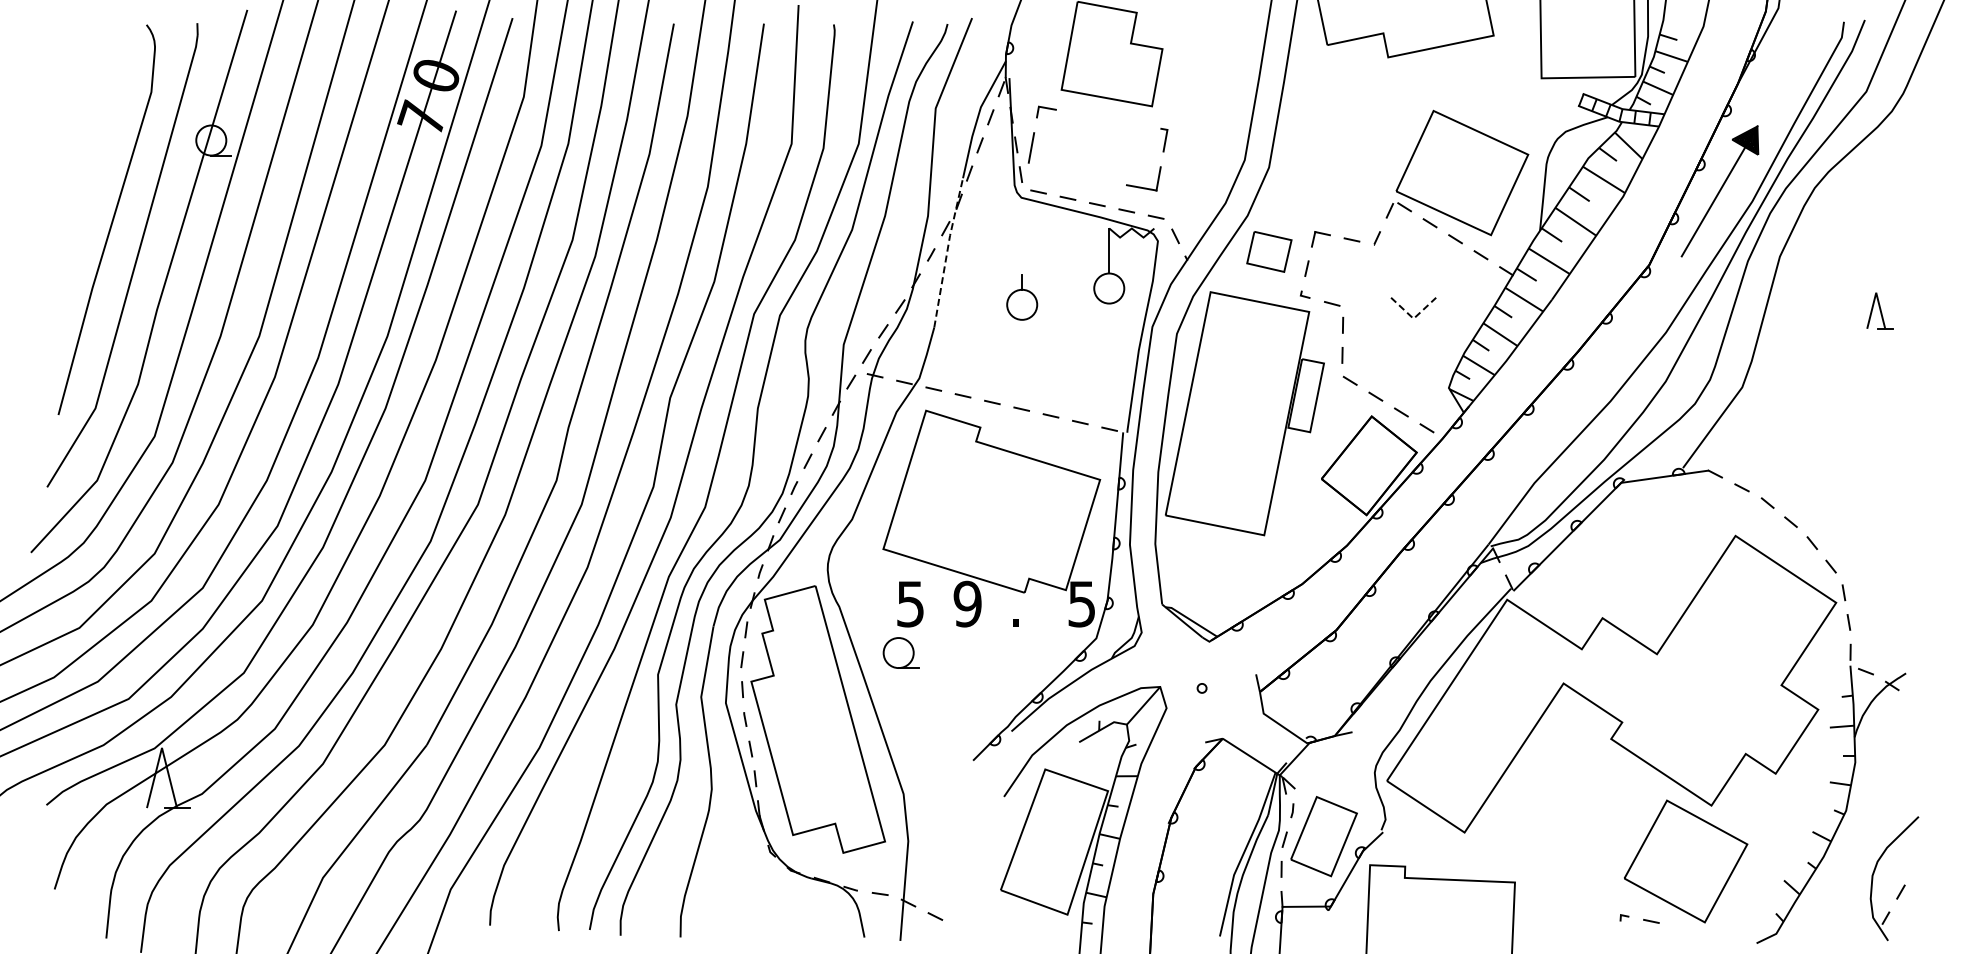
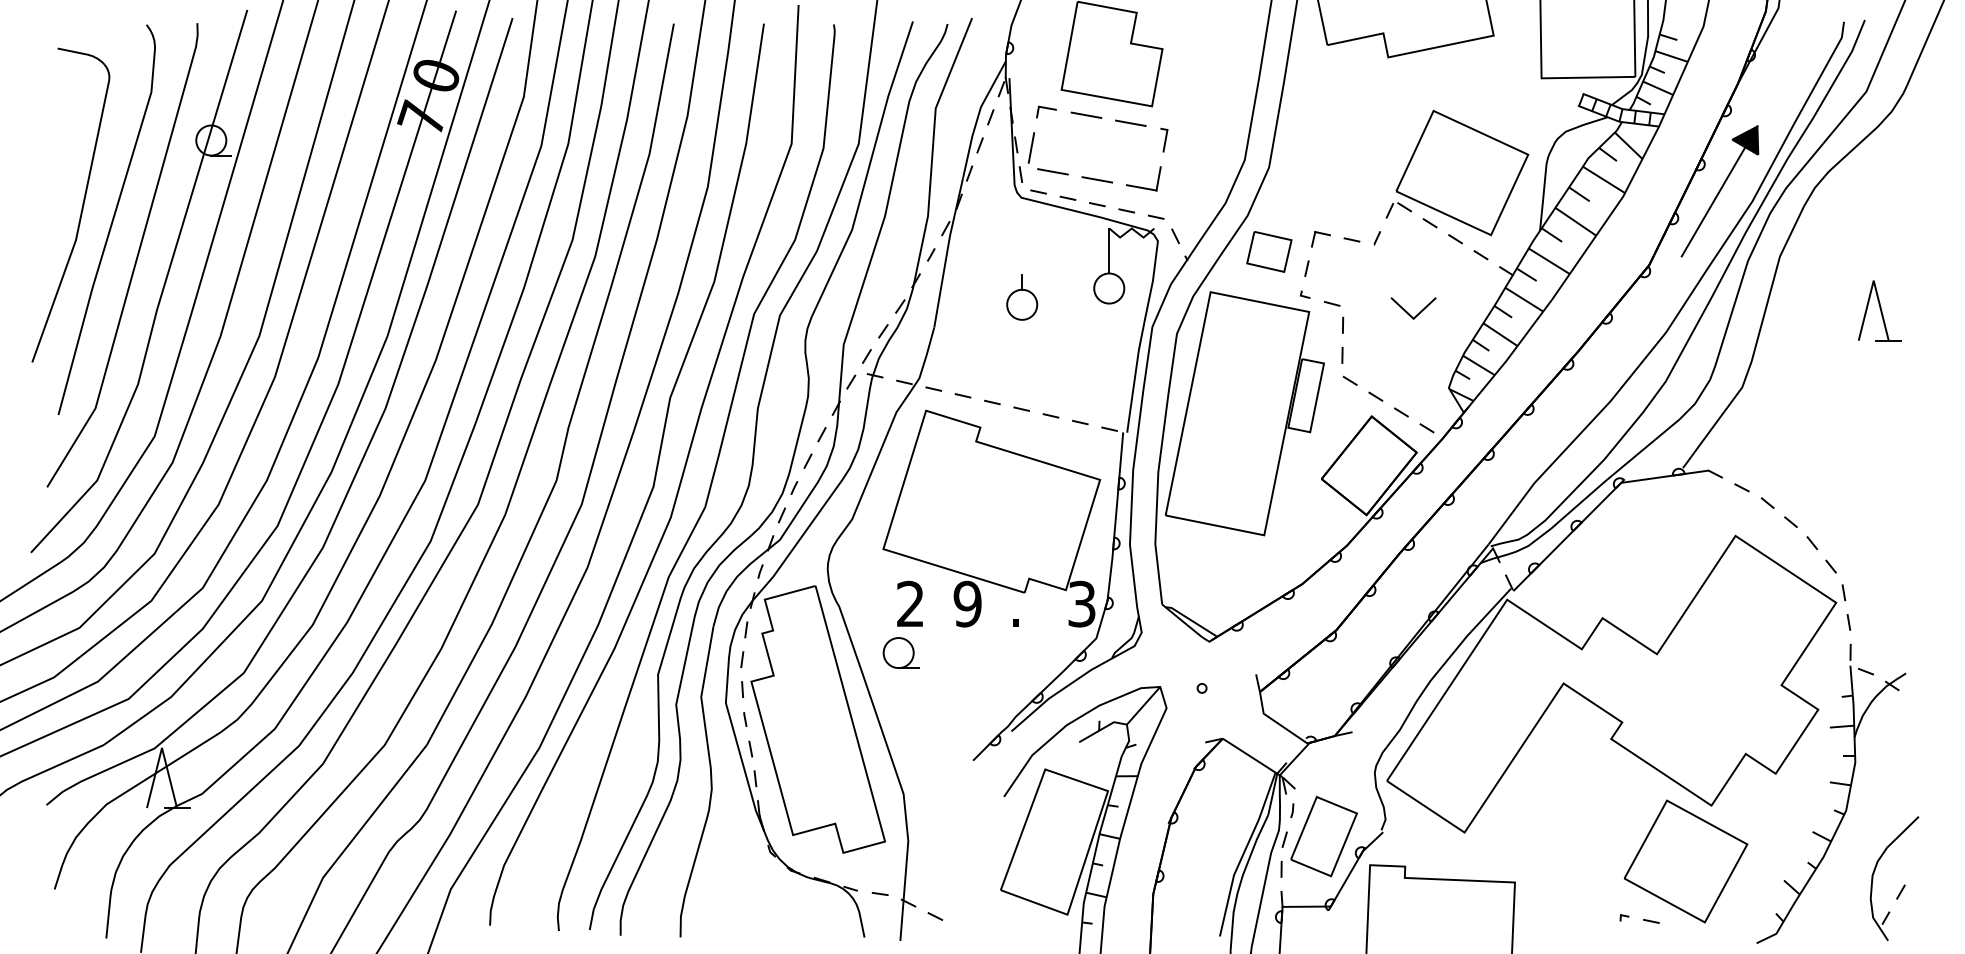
line at (1086, 114): none -> present
line at (1130, 122): none -> present
line at (1052, 171): none -> present
line at (1097, 179): none -> present
part at (81, 207): none -> present
line at (947, 252): dashed -> solid
part at (1879, 310) size: 28x38 px -> 44x62 px
line at (1413, 318): dashed -> solid
text at (910, 603): 5 -> 2
text at (1082, 603): 5 -> 3
